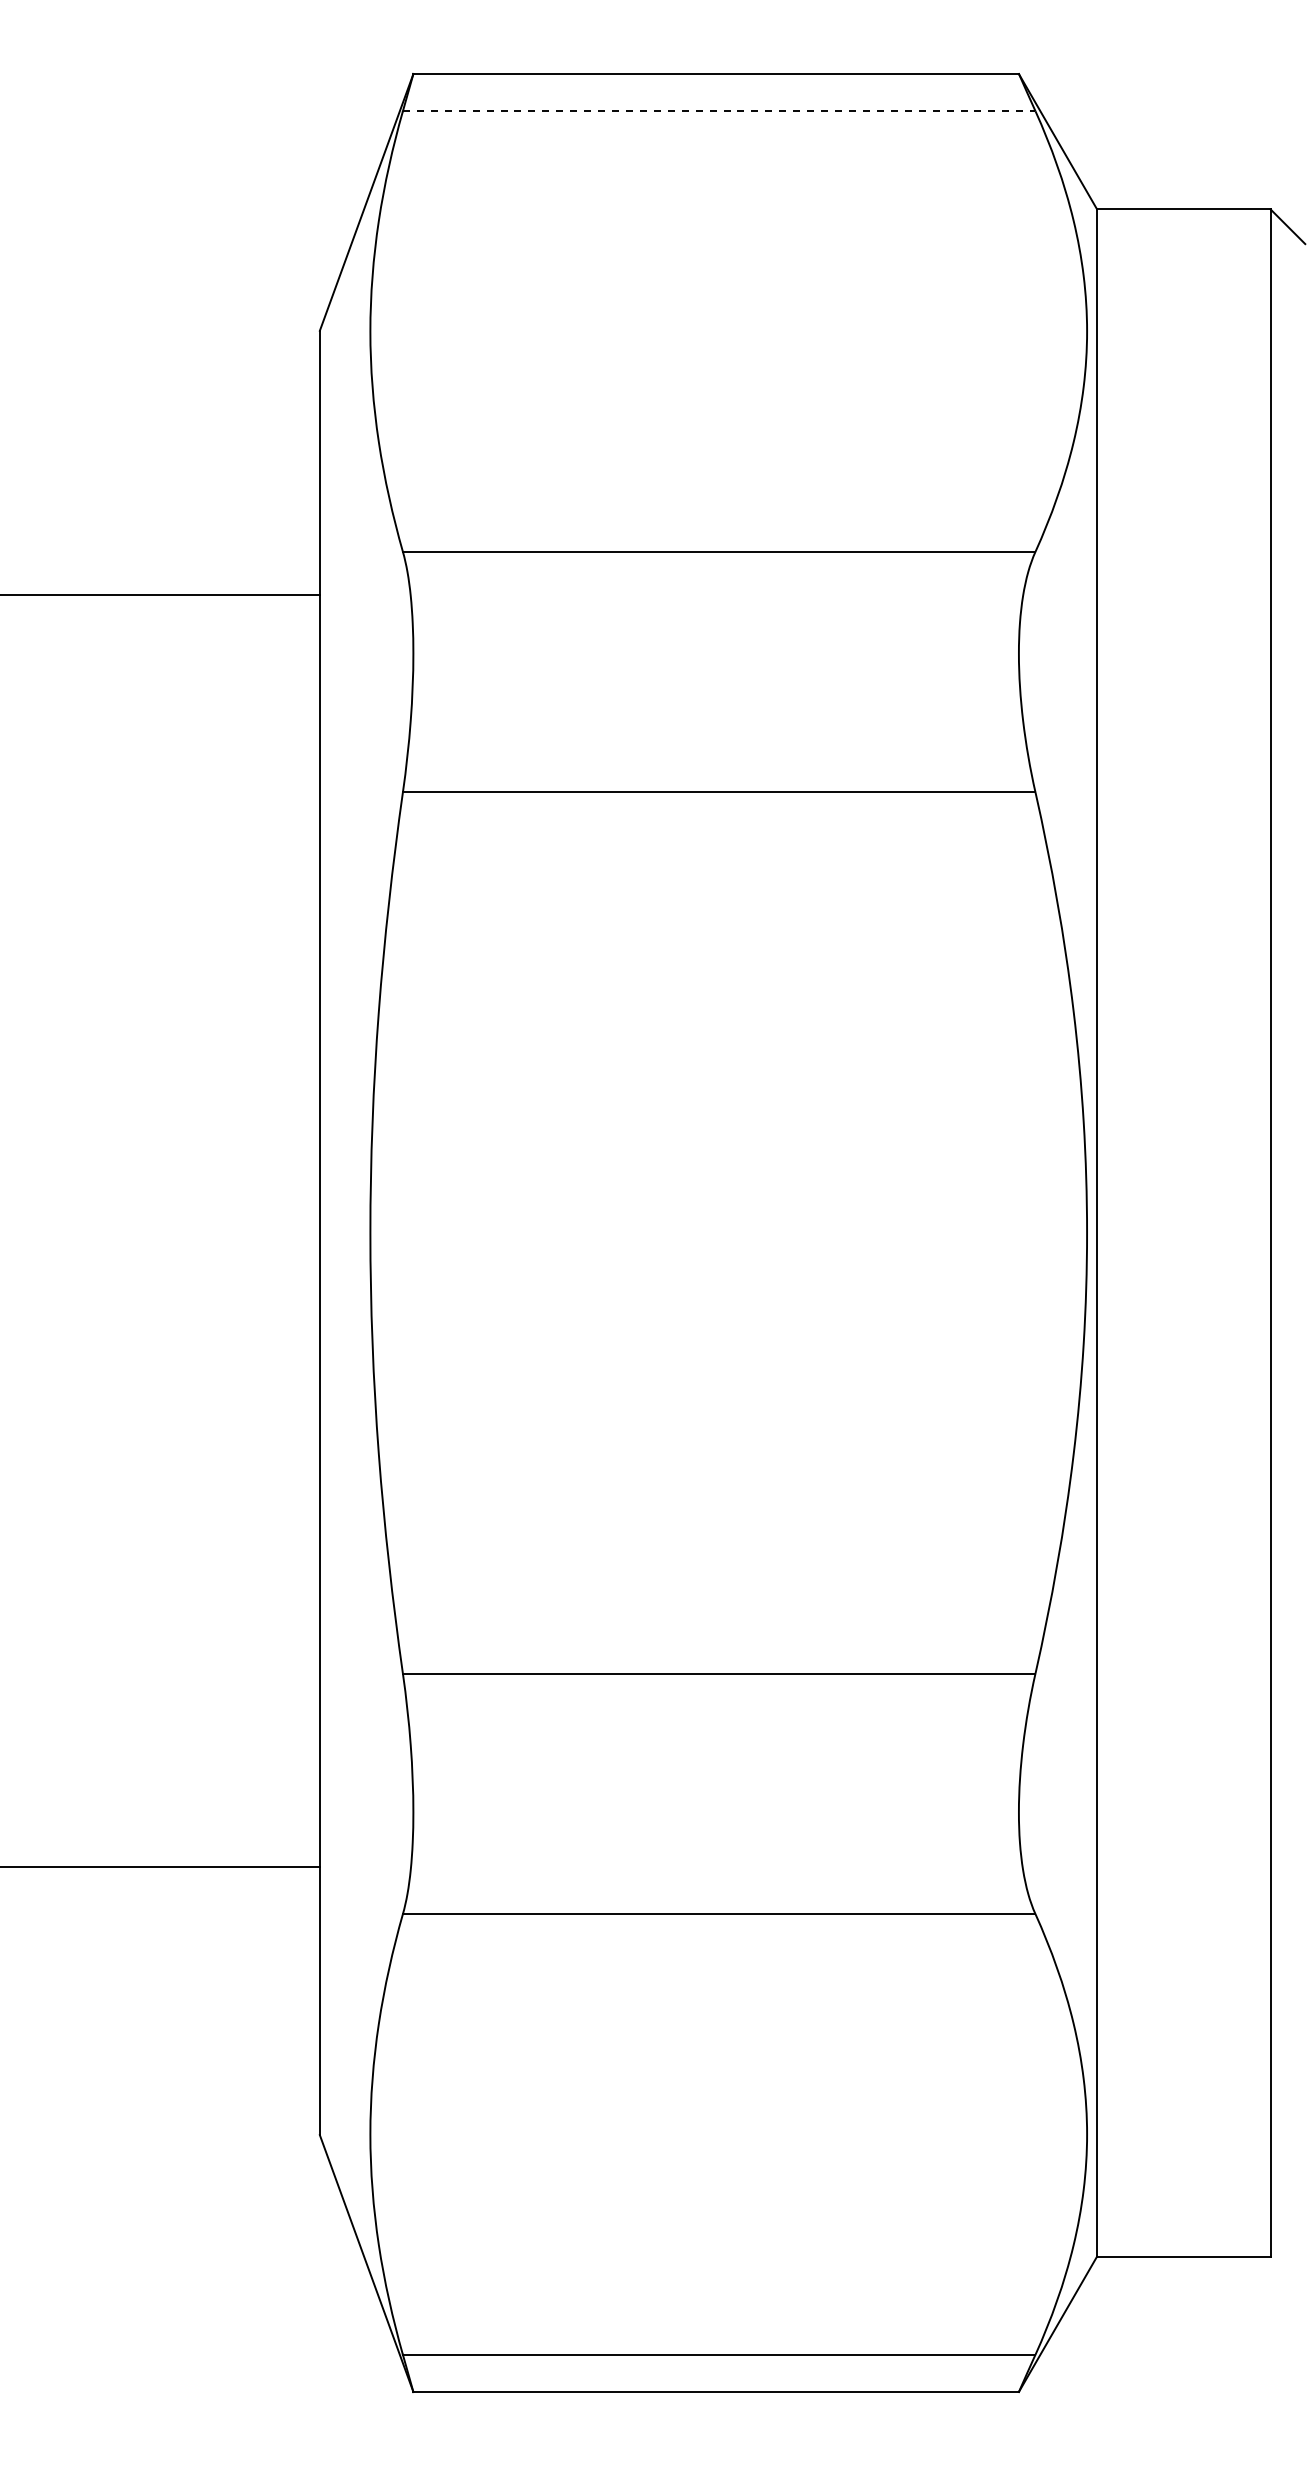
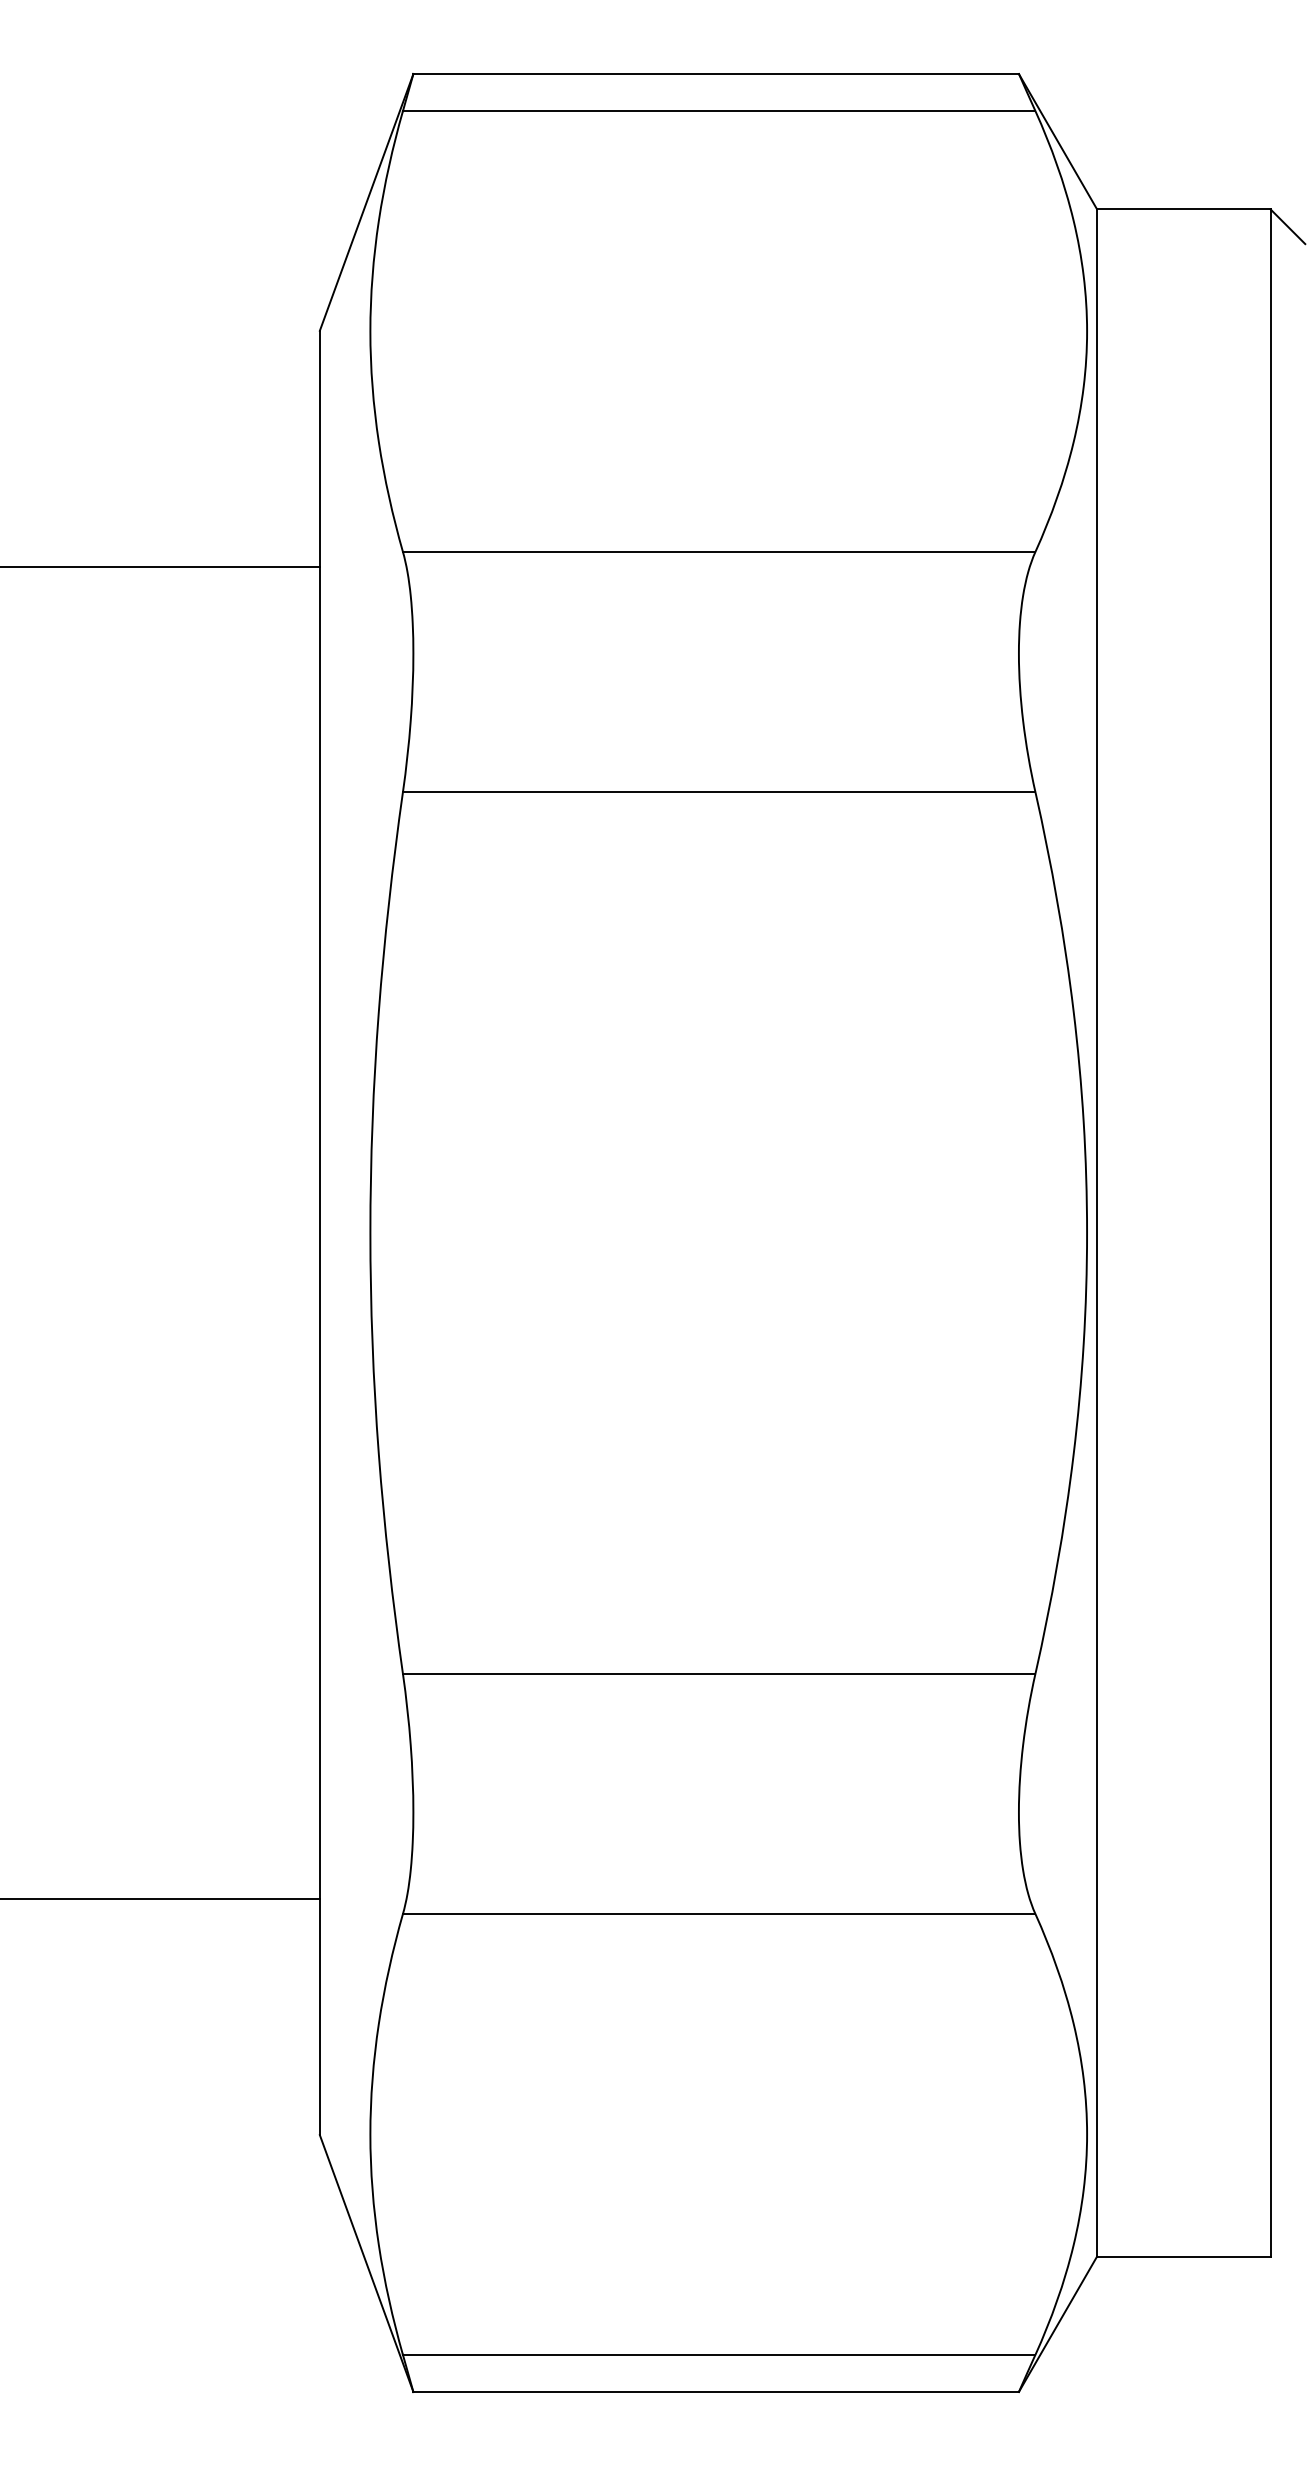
line at (719, 111): dashed -> solid
line at (160, 594) position: (160, 594) -> (160, 566)
line at (160, 1867) position: (160, 1867) -> (160, 1899)
